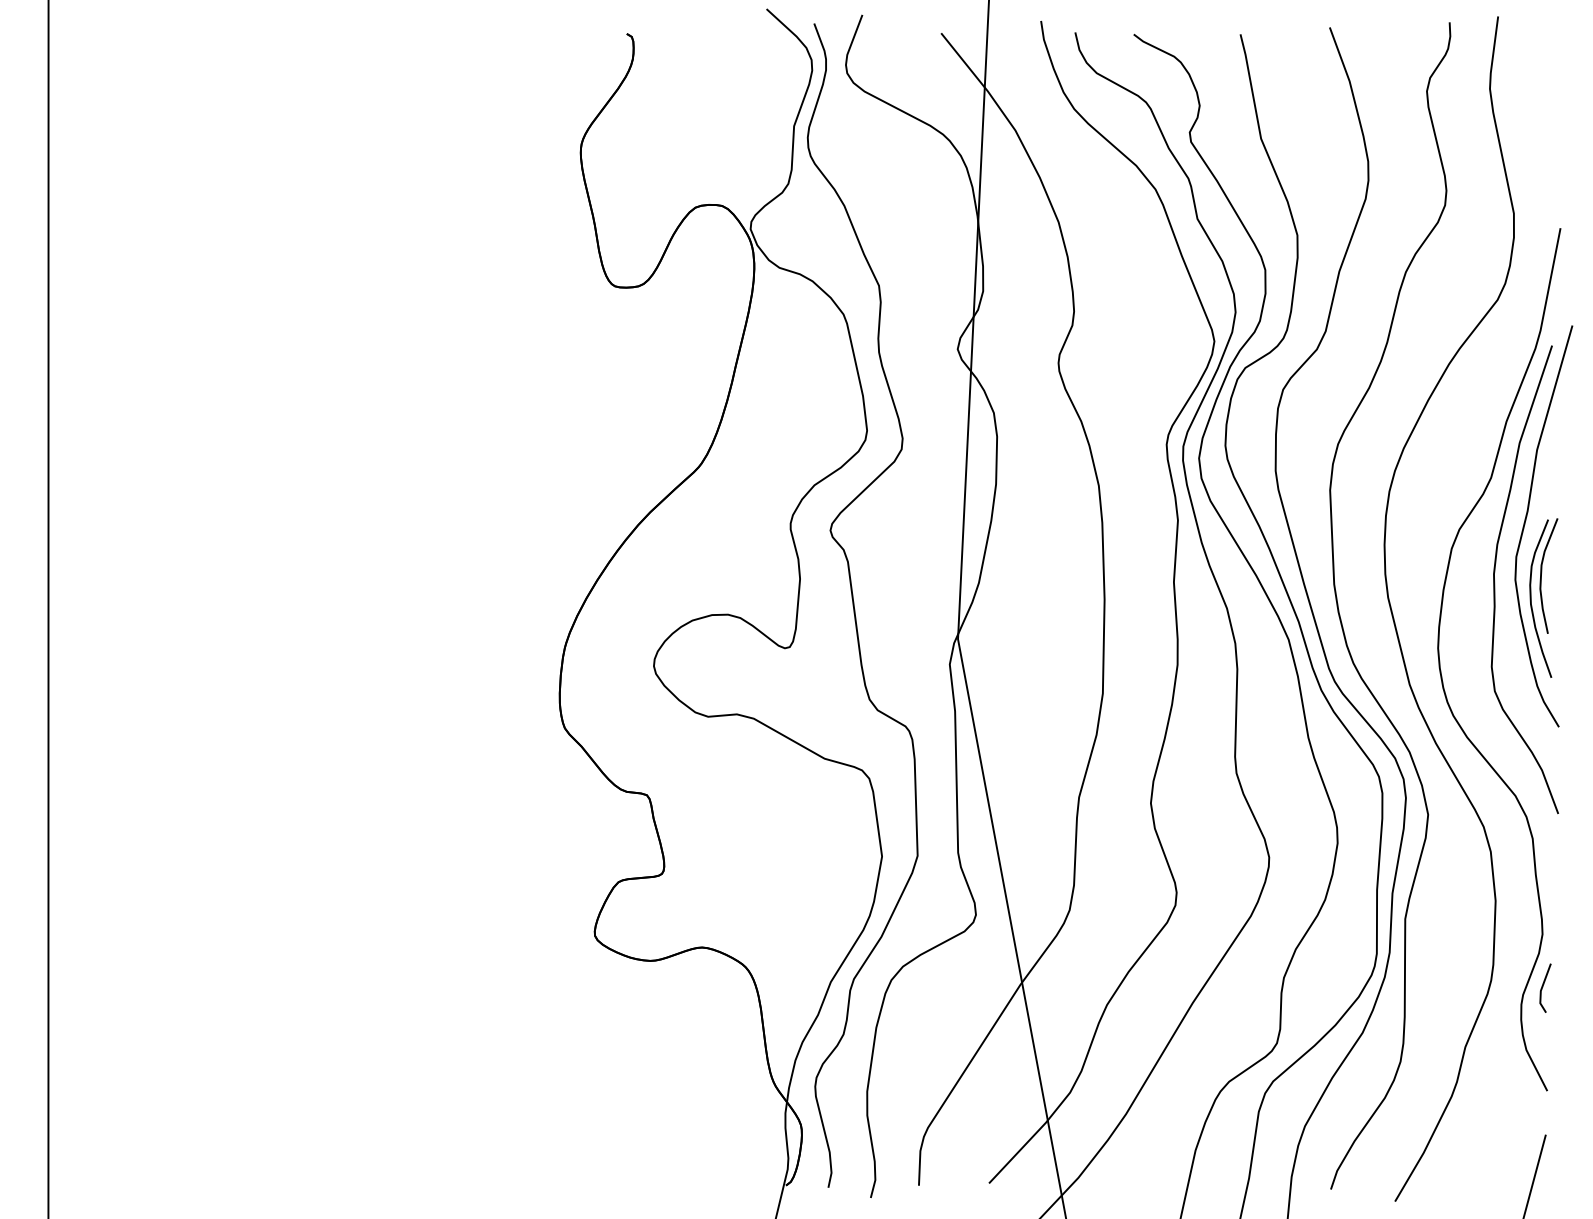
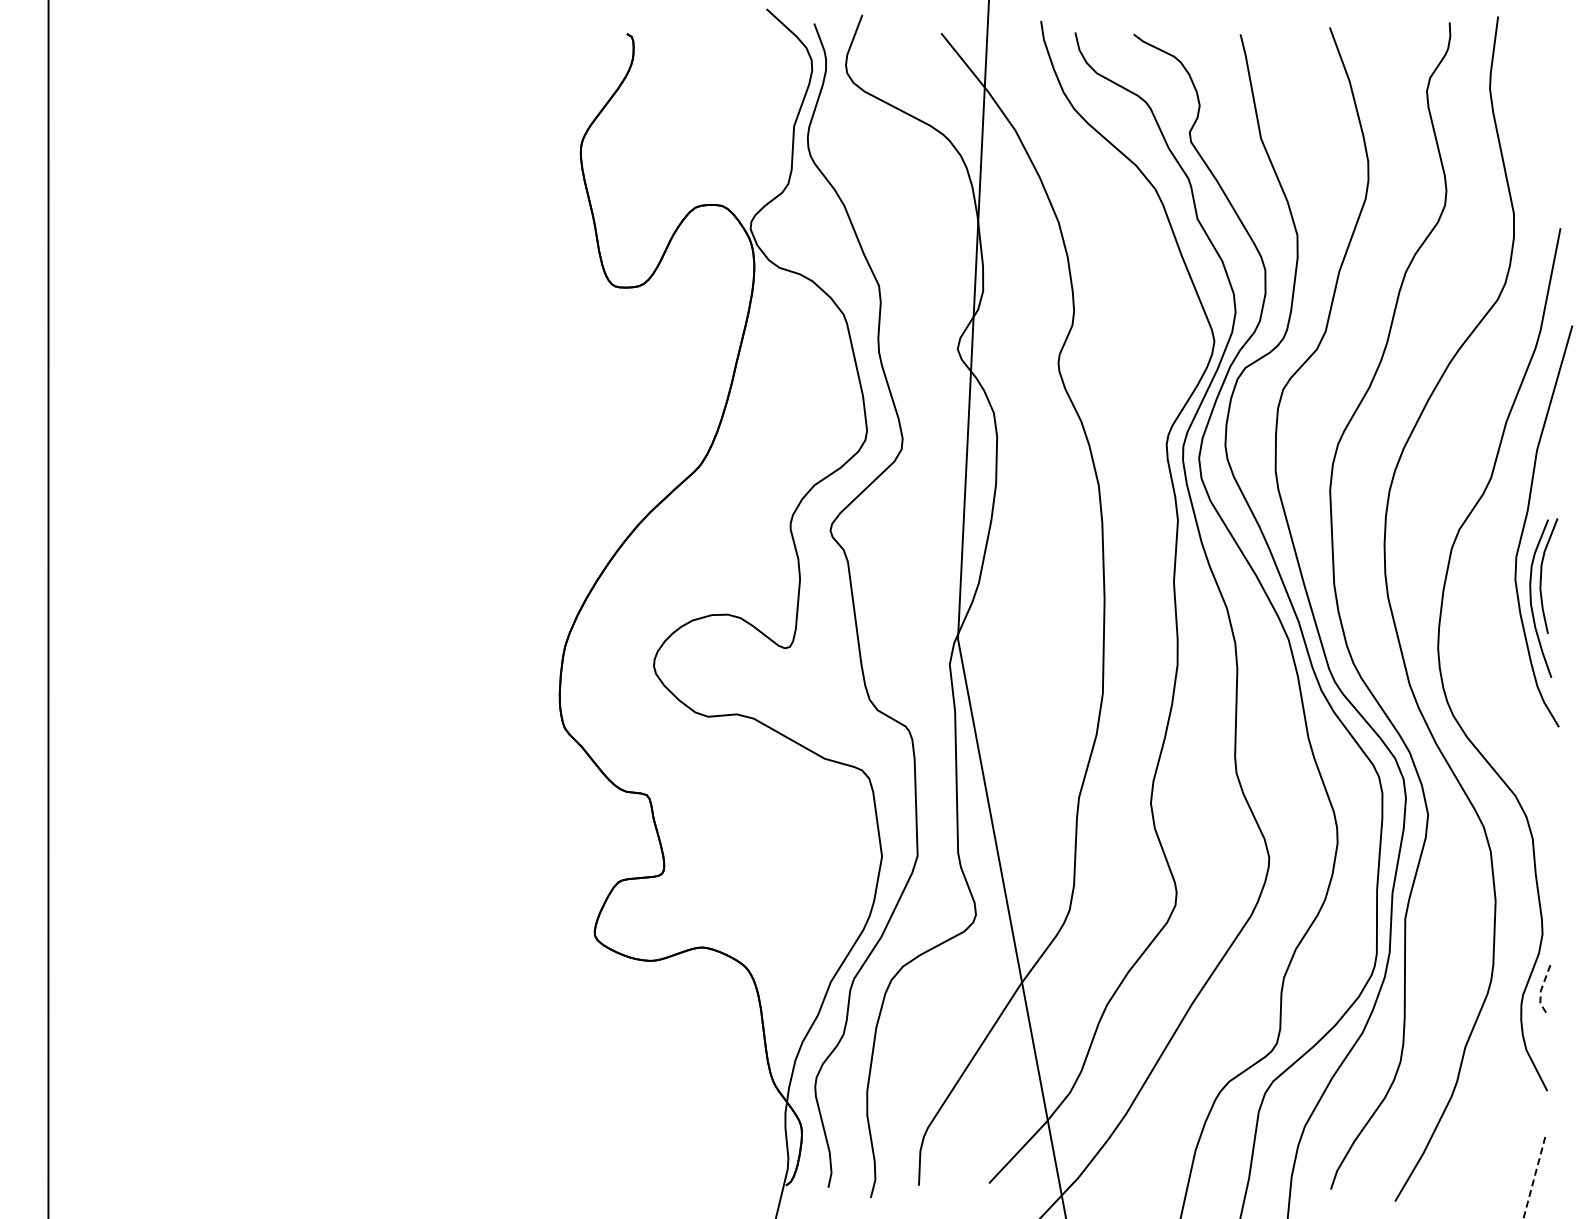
curve at (1495, 582): present -> none
line at (1541, 989): solid -> dashed
line at (1534, 1176): solid -> dashed
